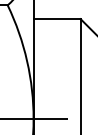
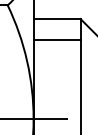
line at (56, 39): none -> present
